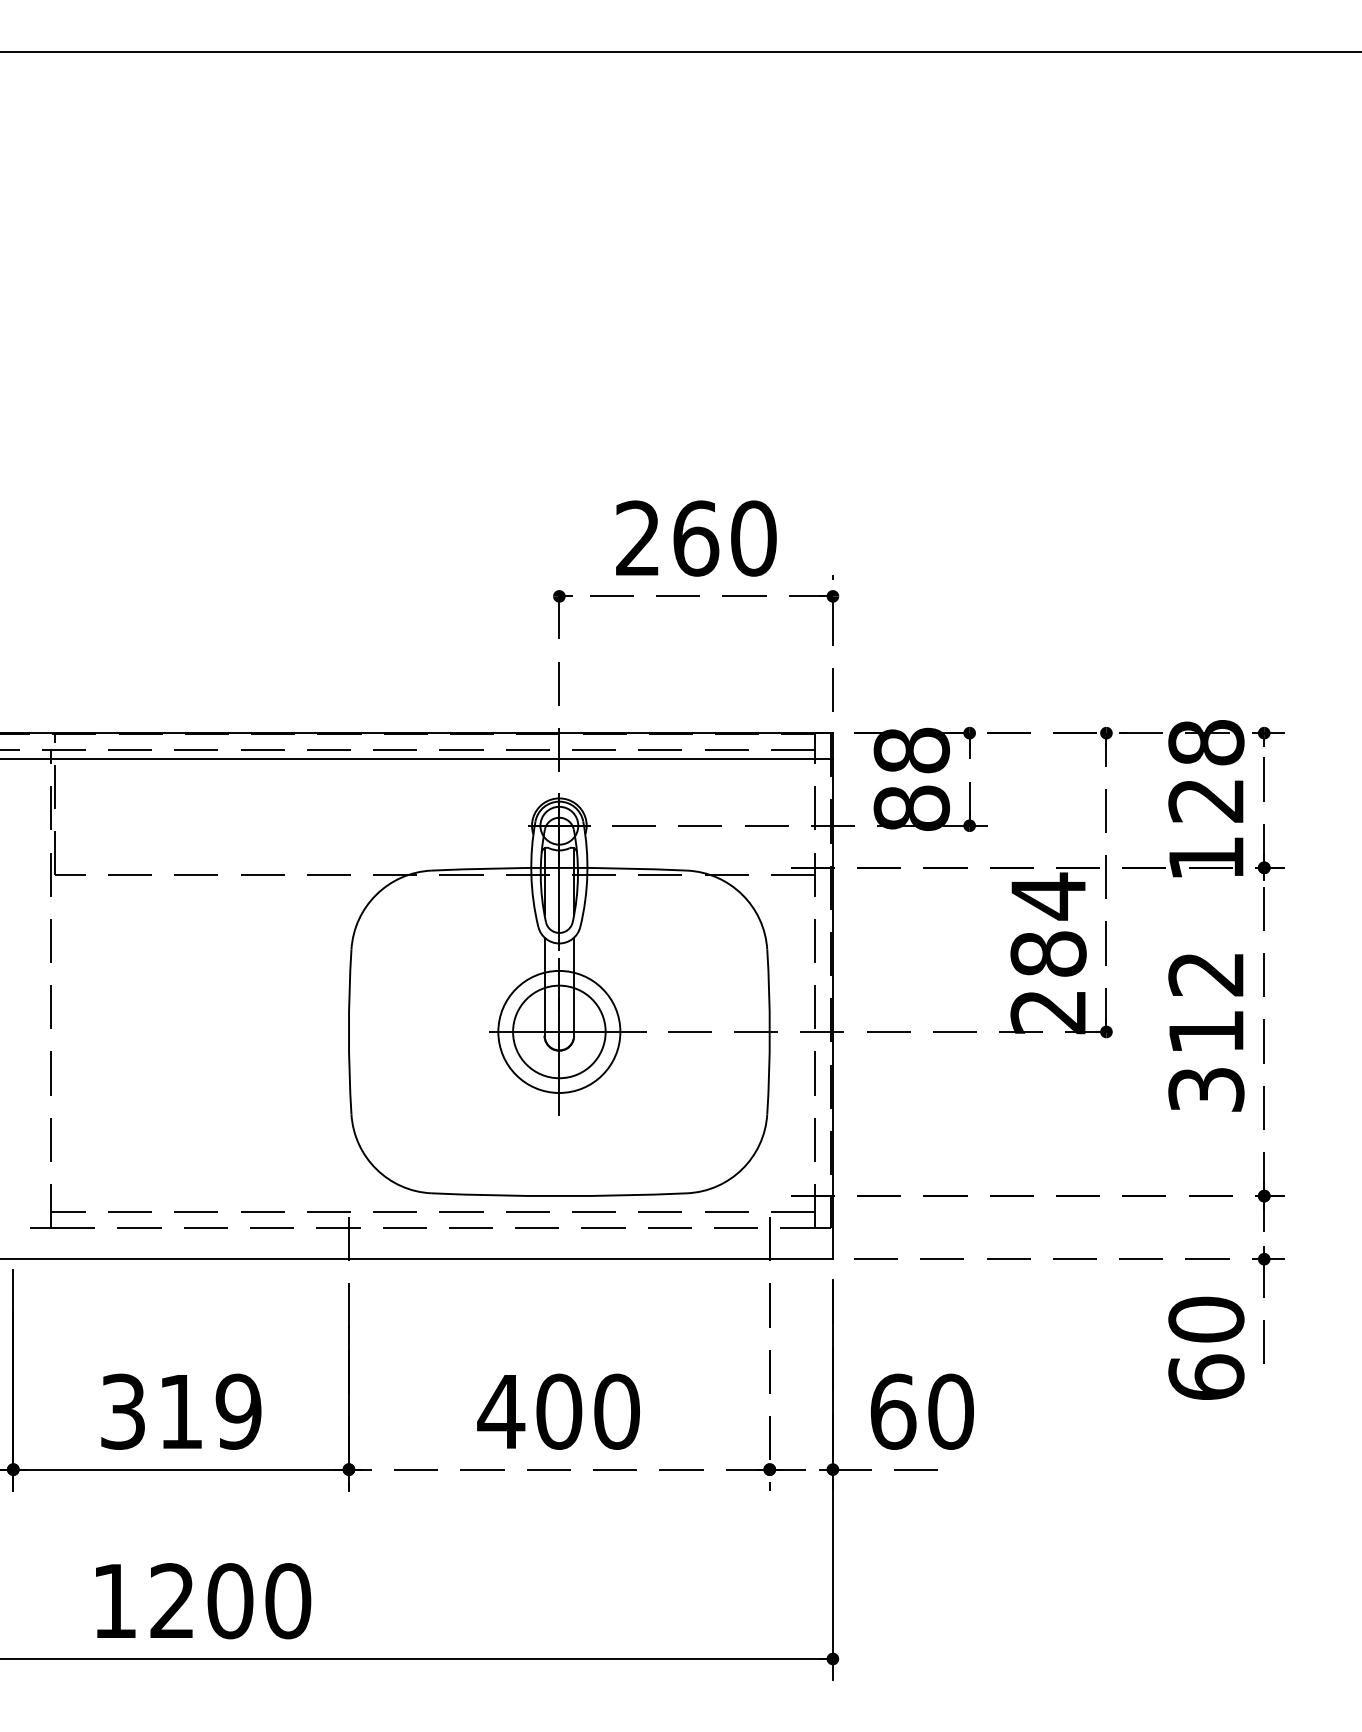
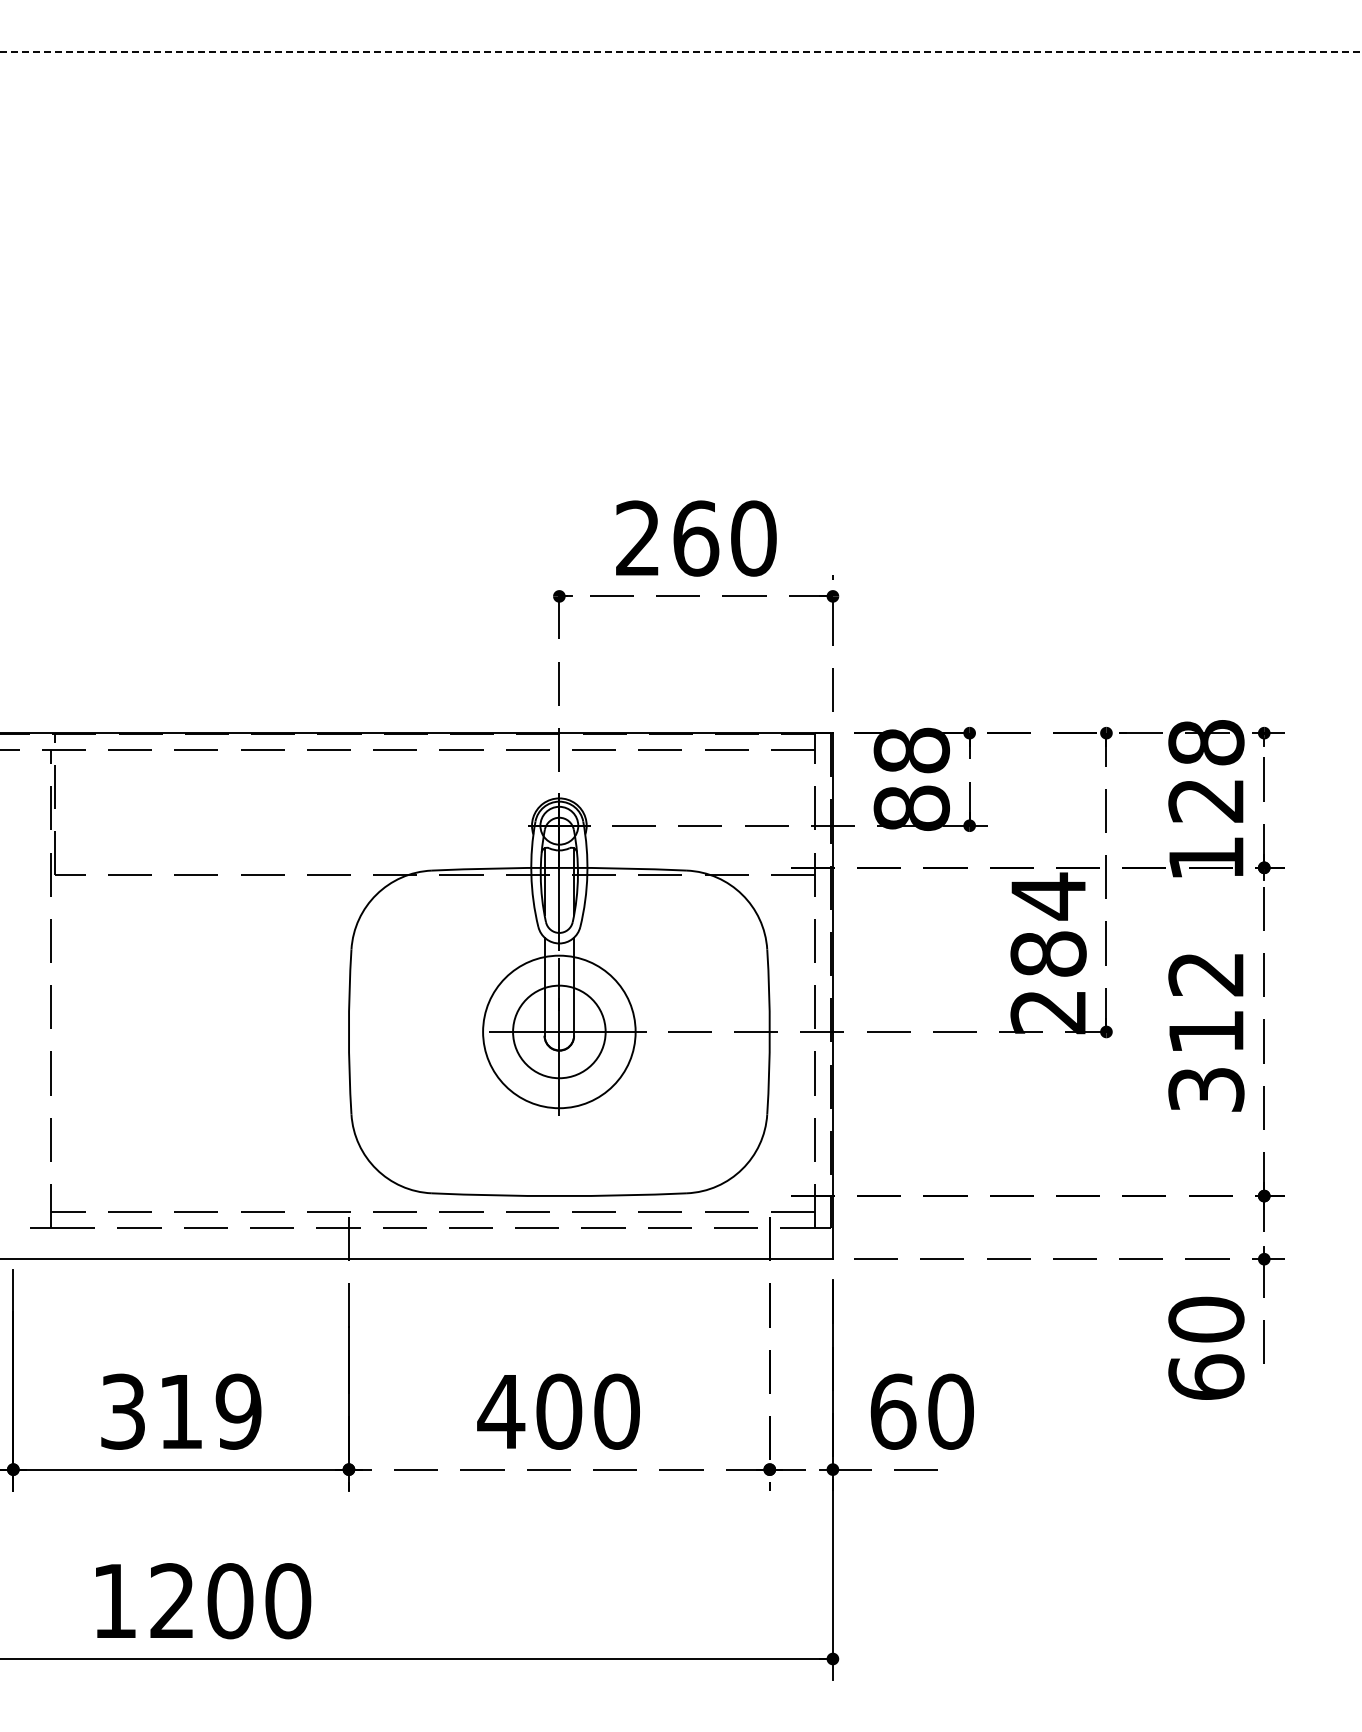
line at (680, 51): solid -> dashed
line at (417, 759): present -> none
circle at (559, 1031) diameter: 122 px -> 153 px
